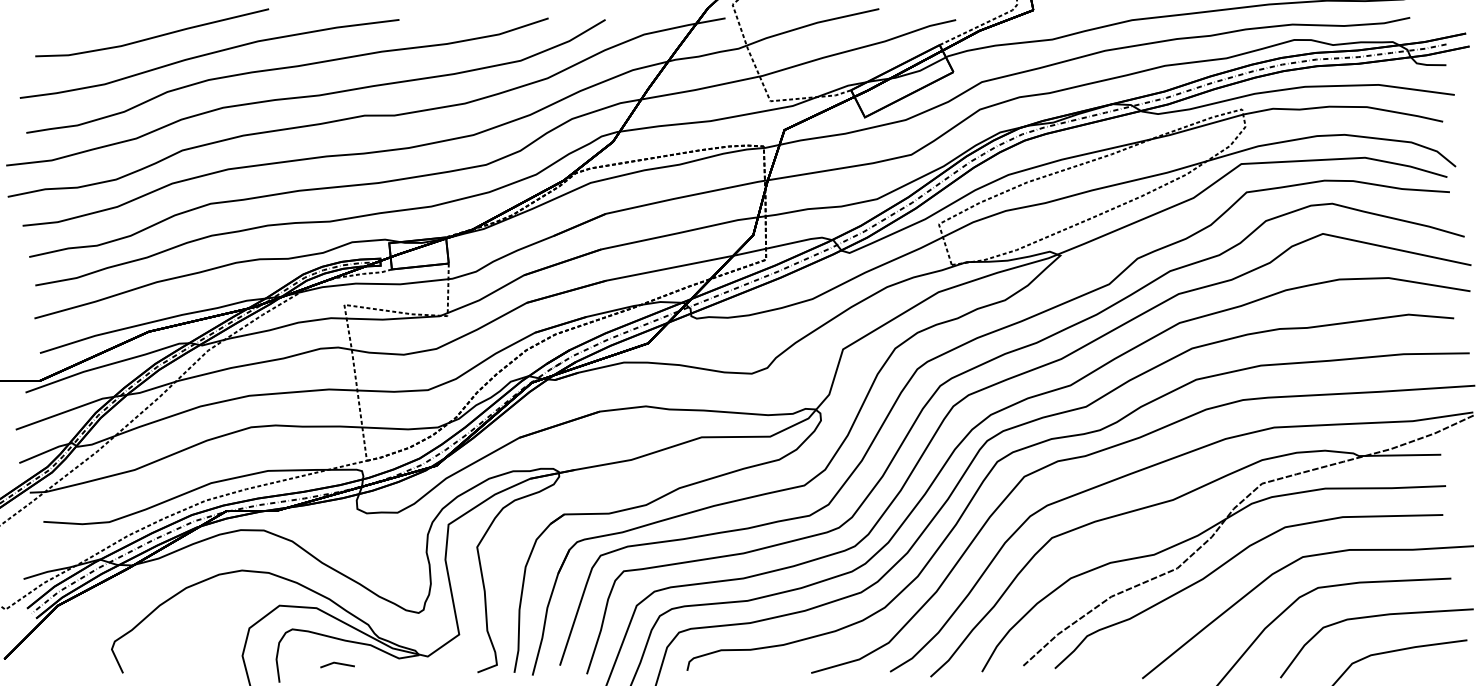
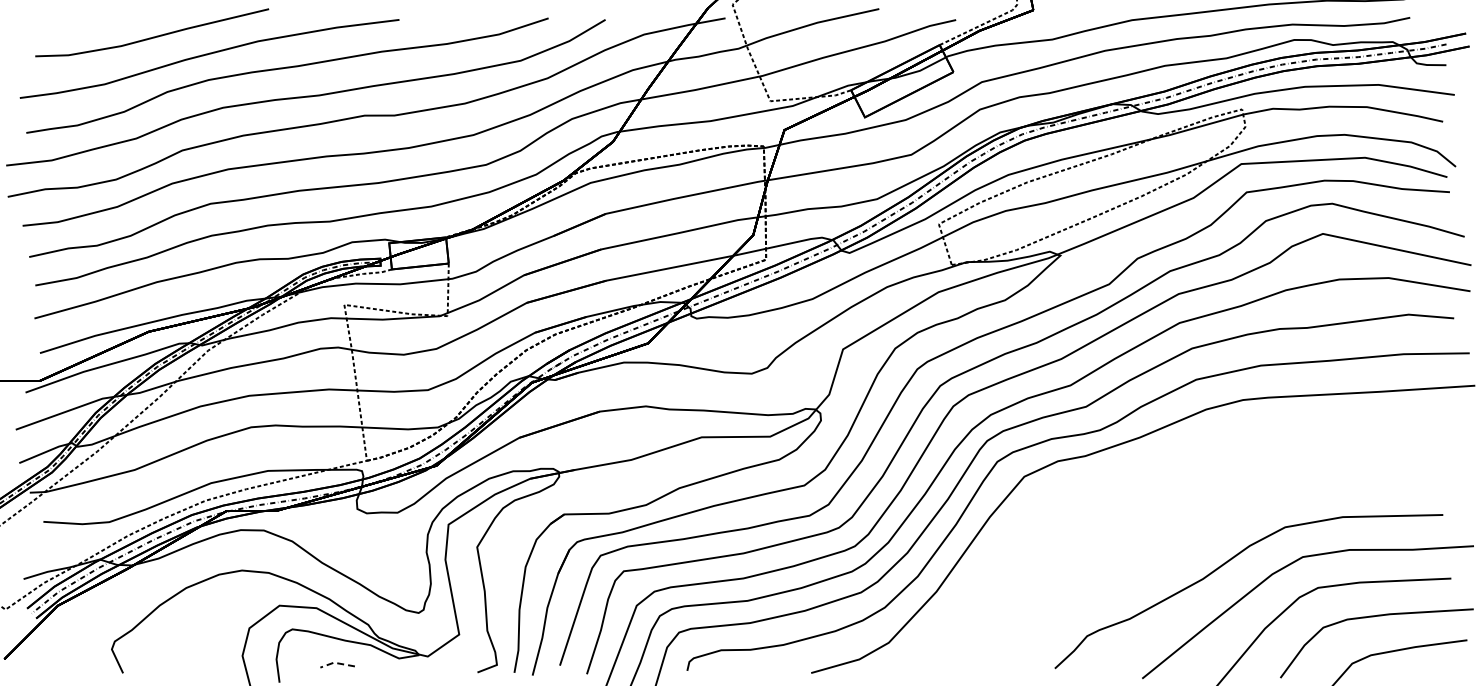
part at (1181, 544): present -> none
line at (336, 663): solid -> dashed
